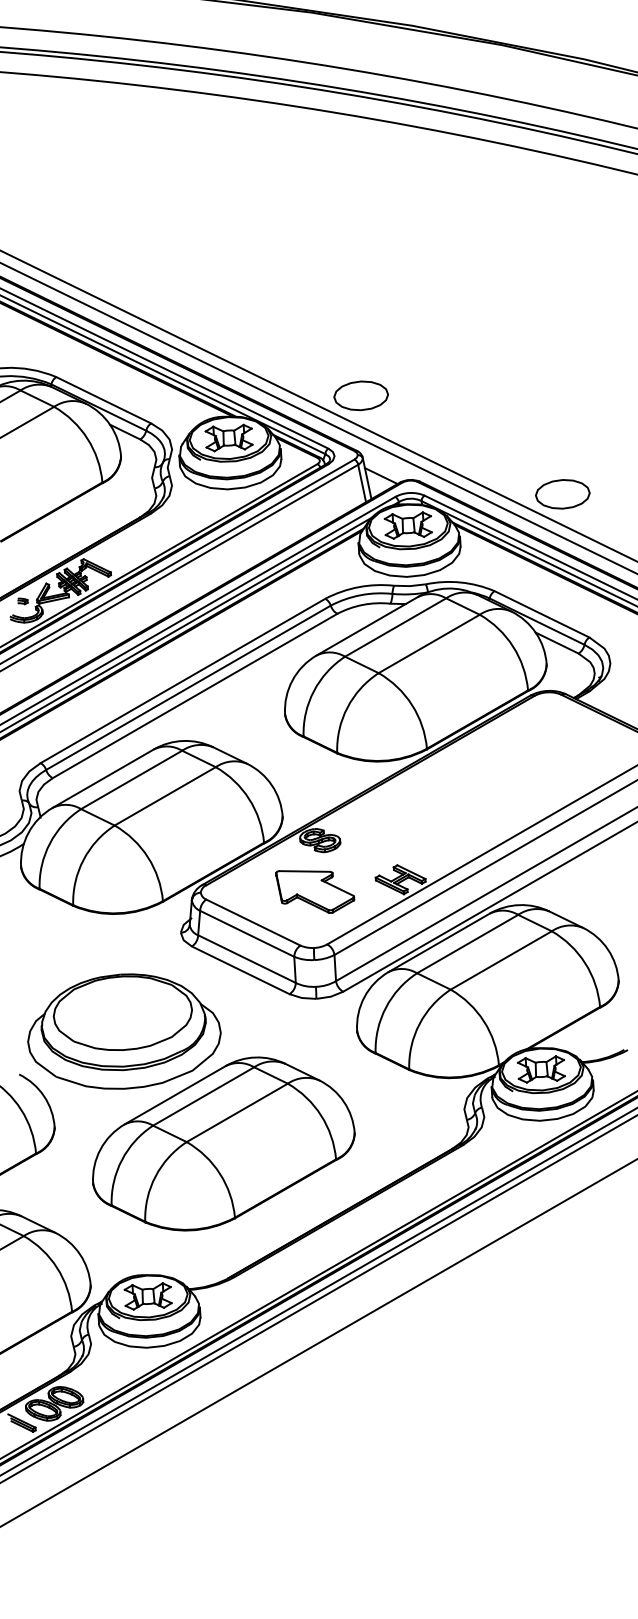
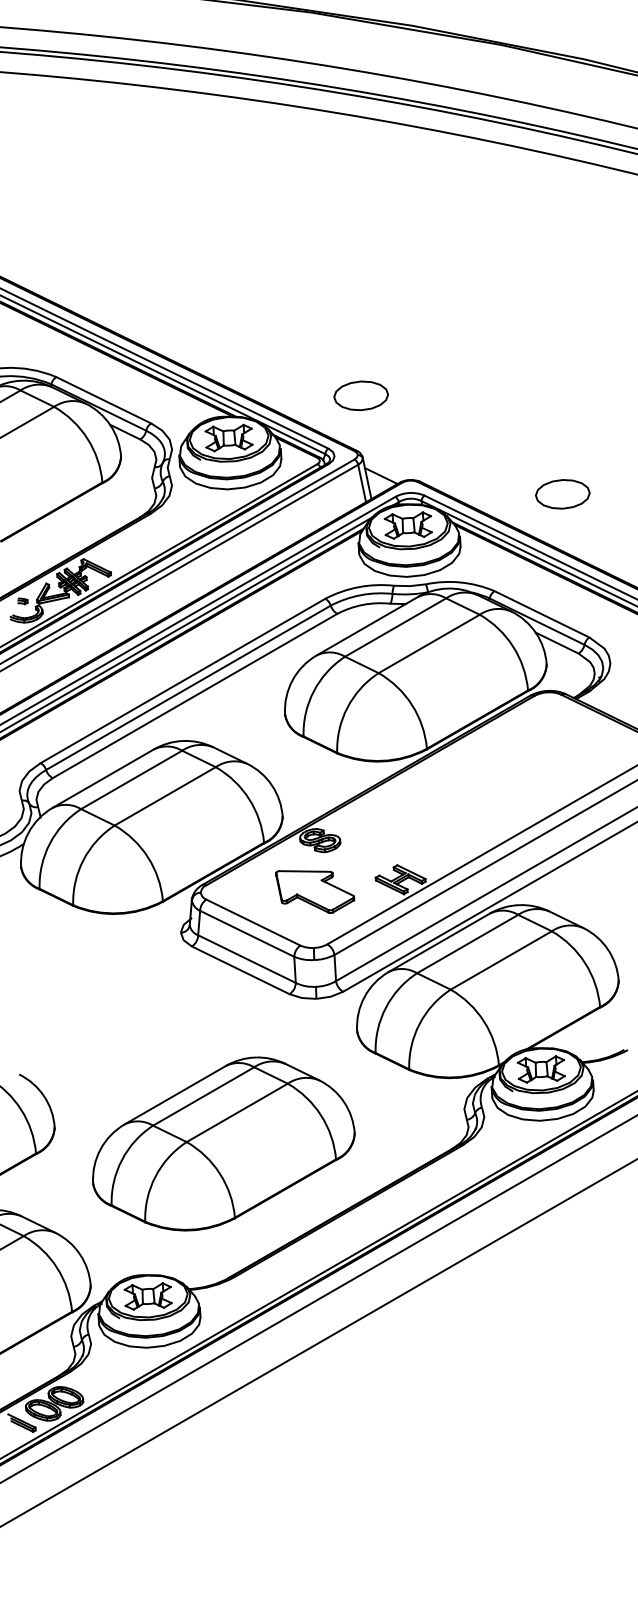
line at (318, 405): present -> none
line at (318, 417): present -> none
part at (124, 1031): present -> none
line at (318, 1291): present -> none
